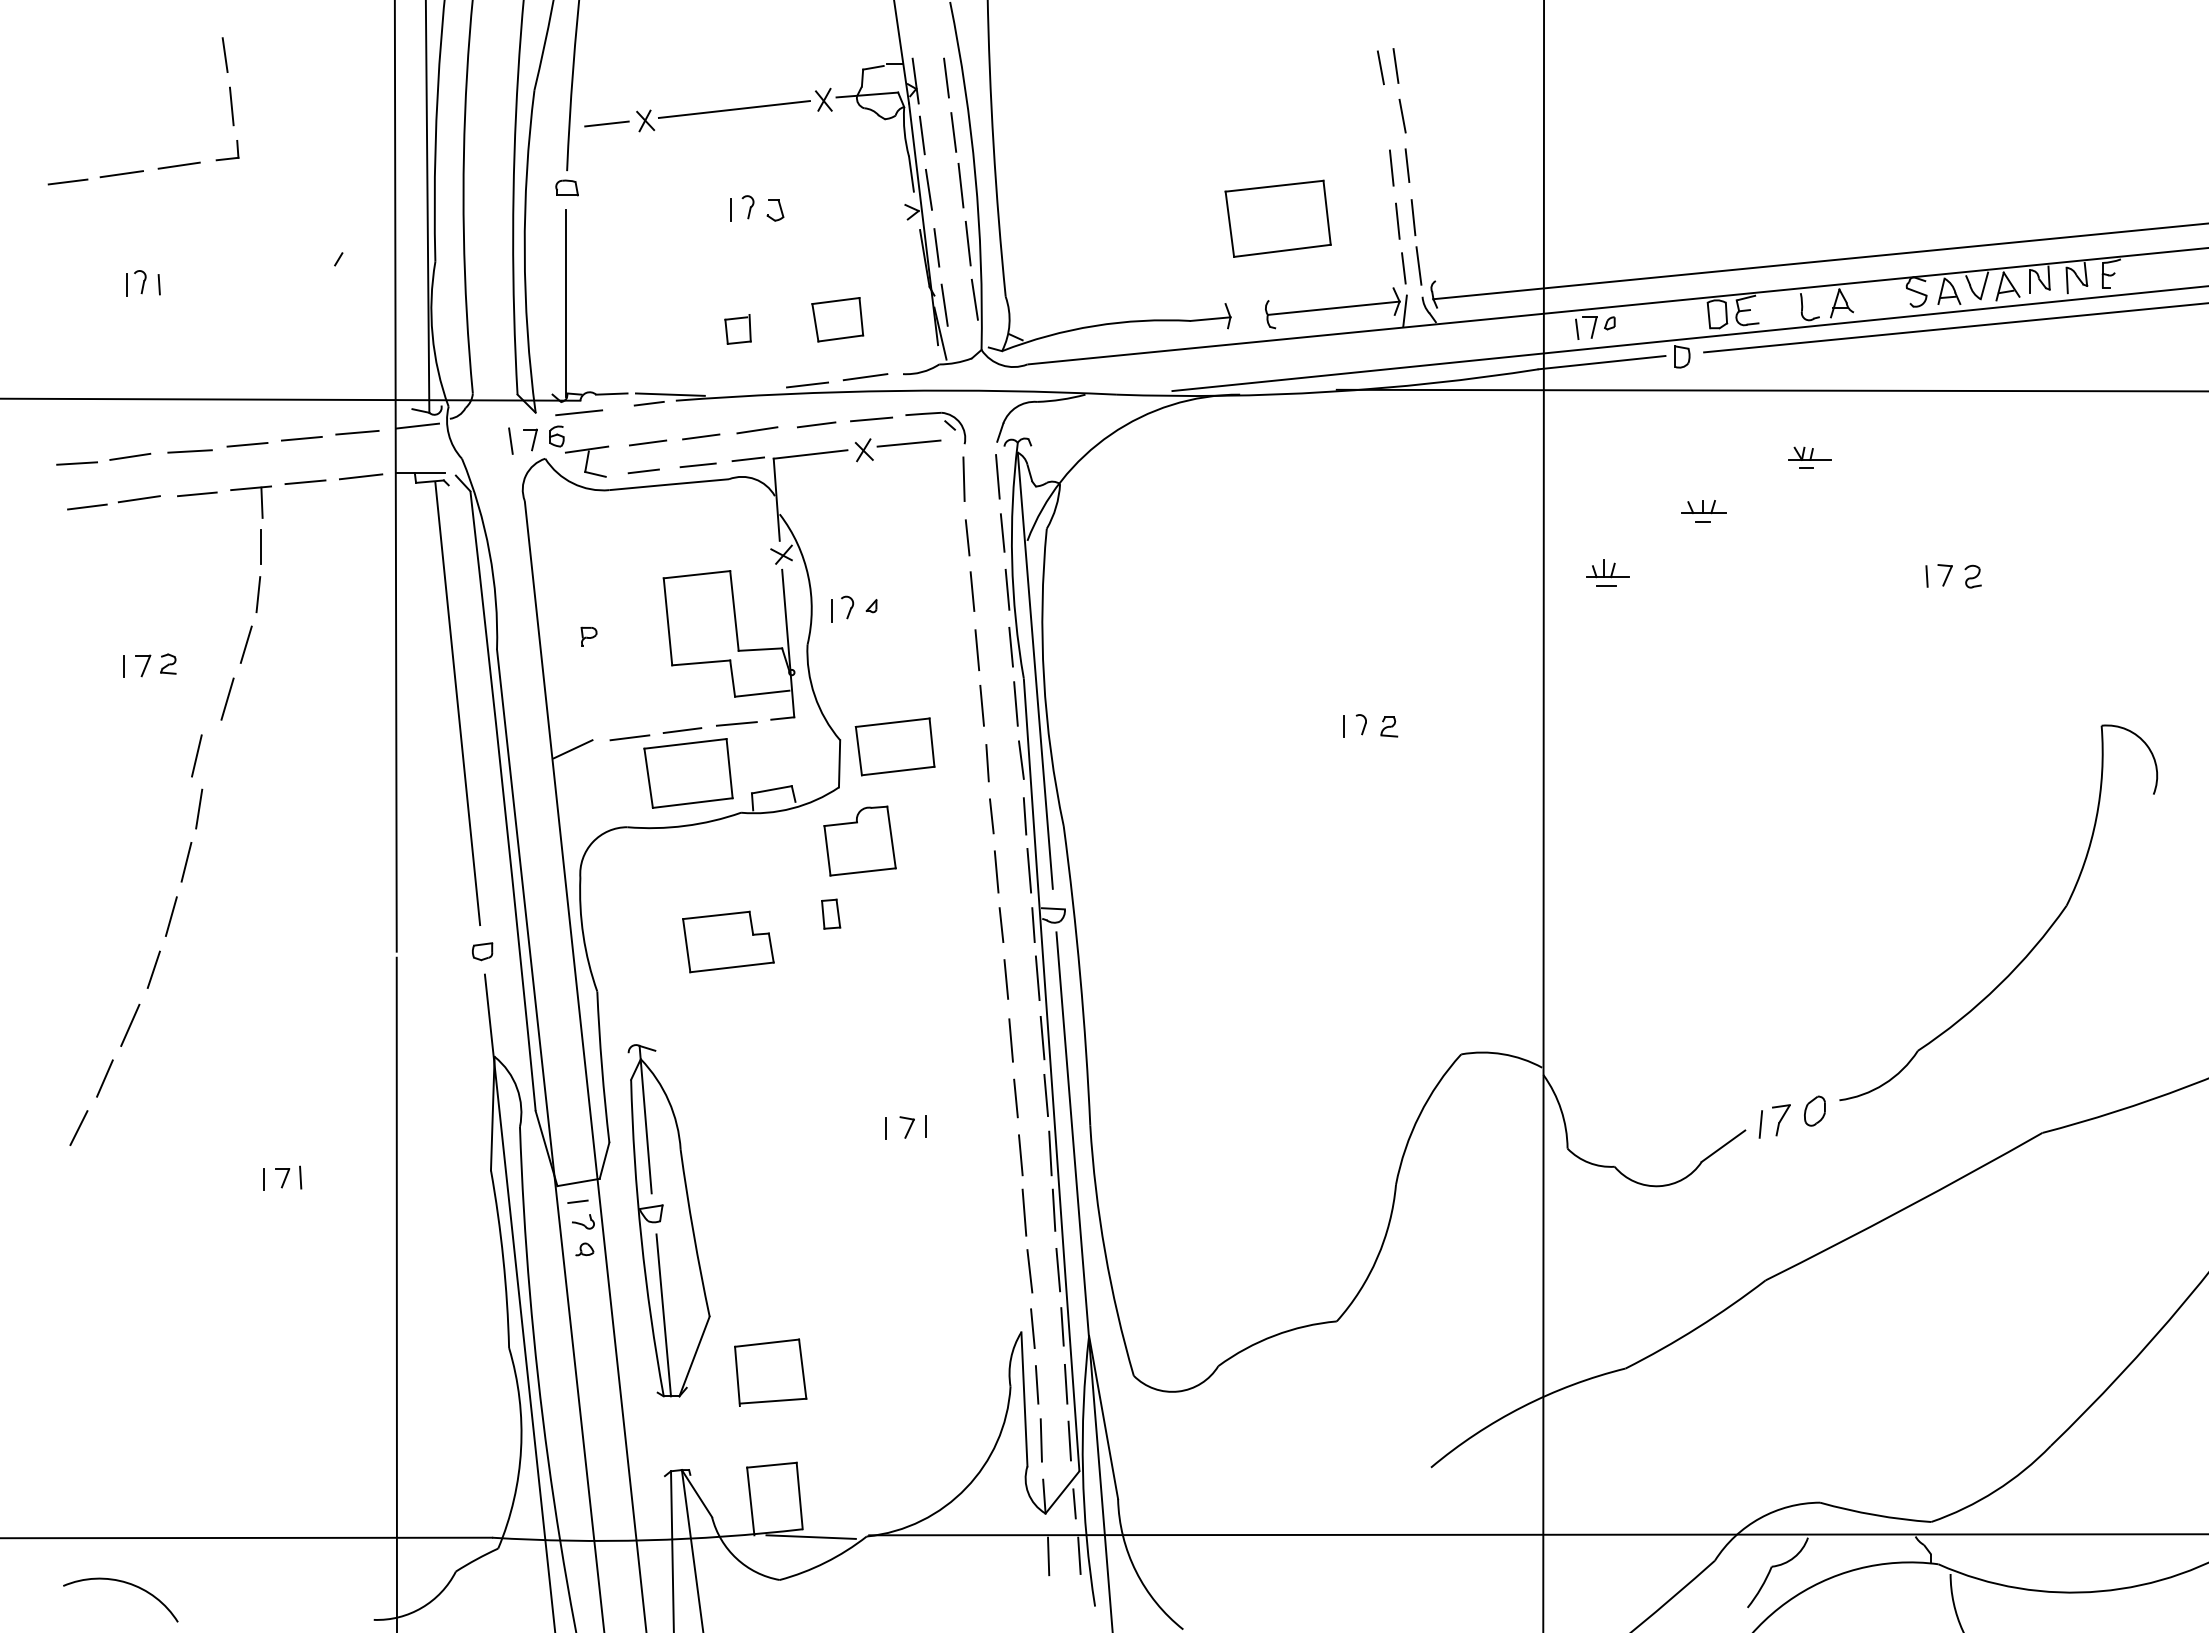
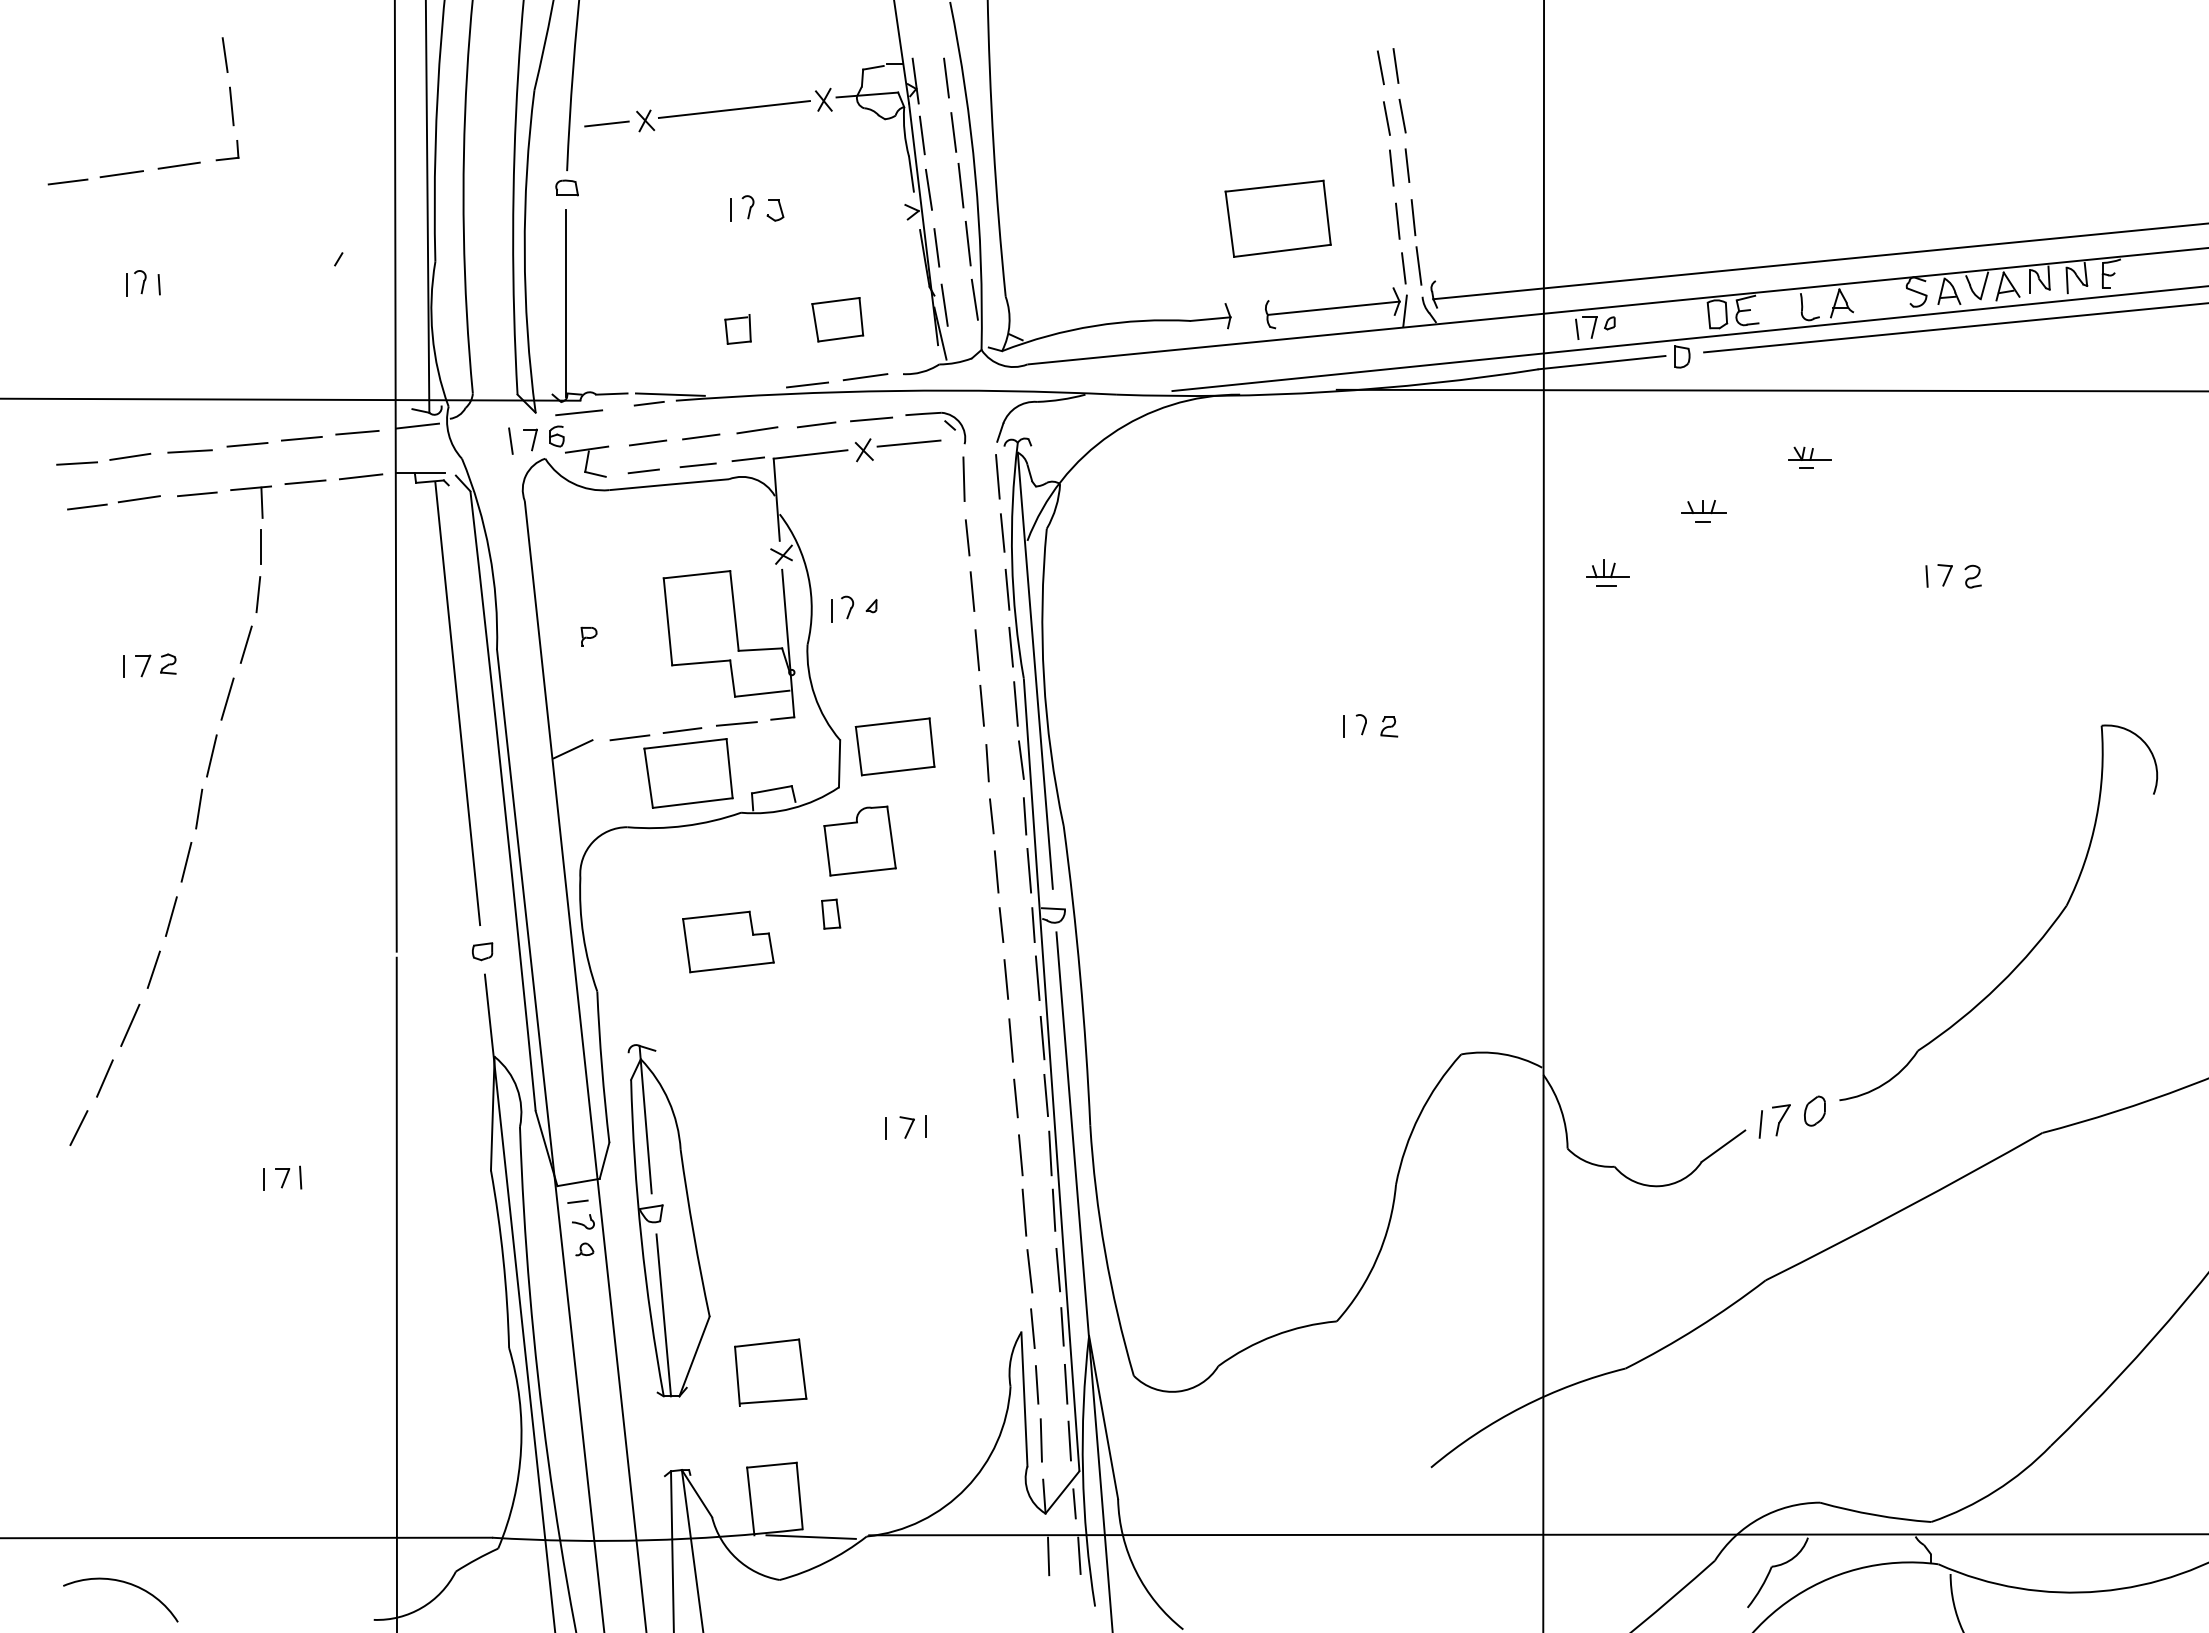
line at (1386, 118): none -> present
line at (196, 755) position: (196, 755) -> (211, 755)
